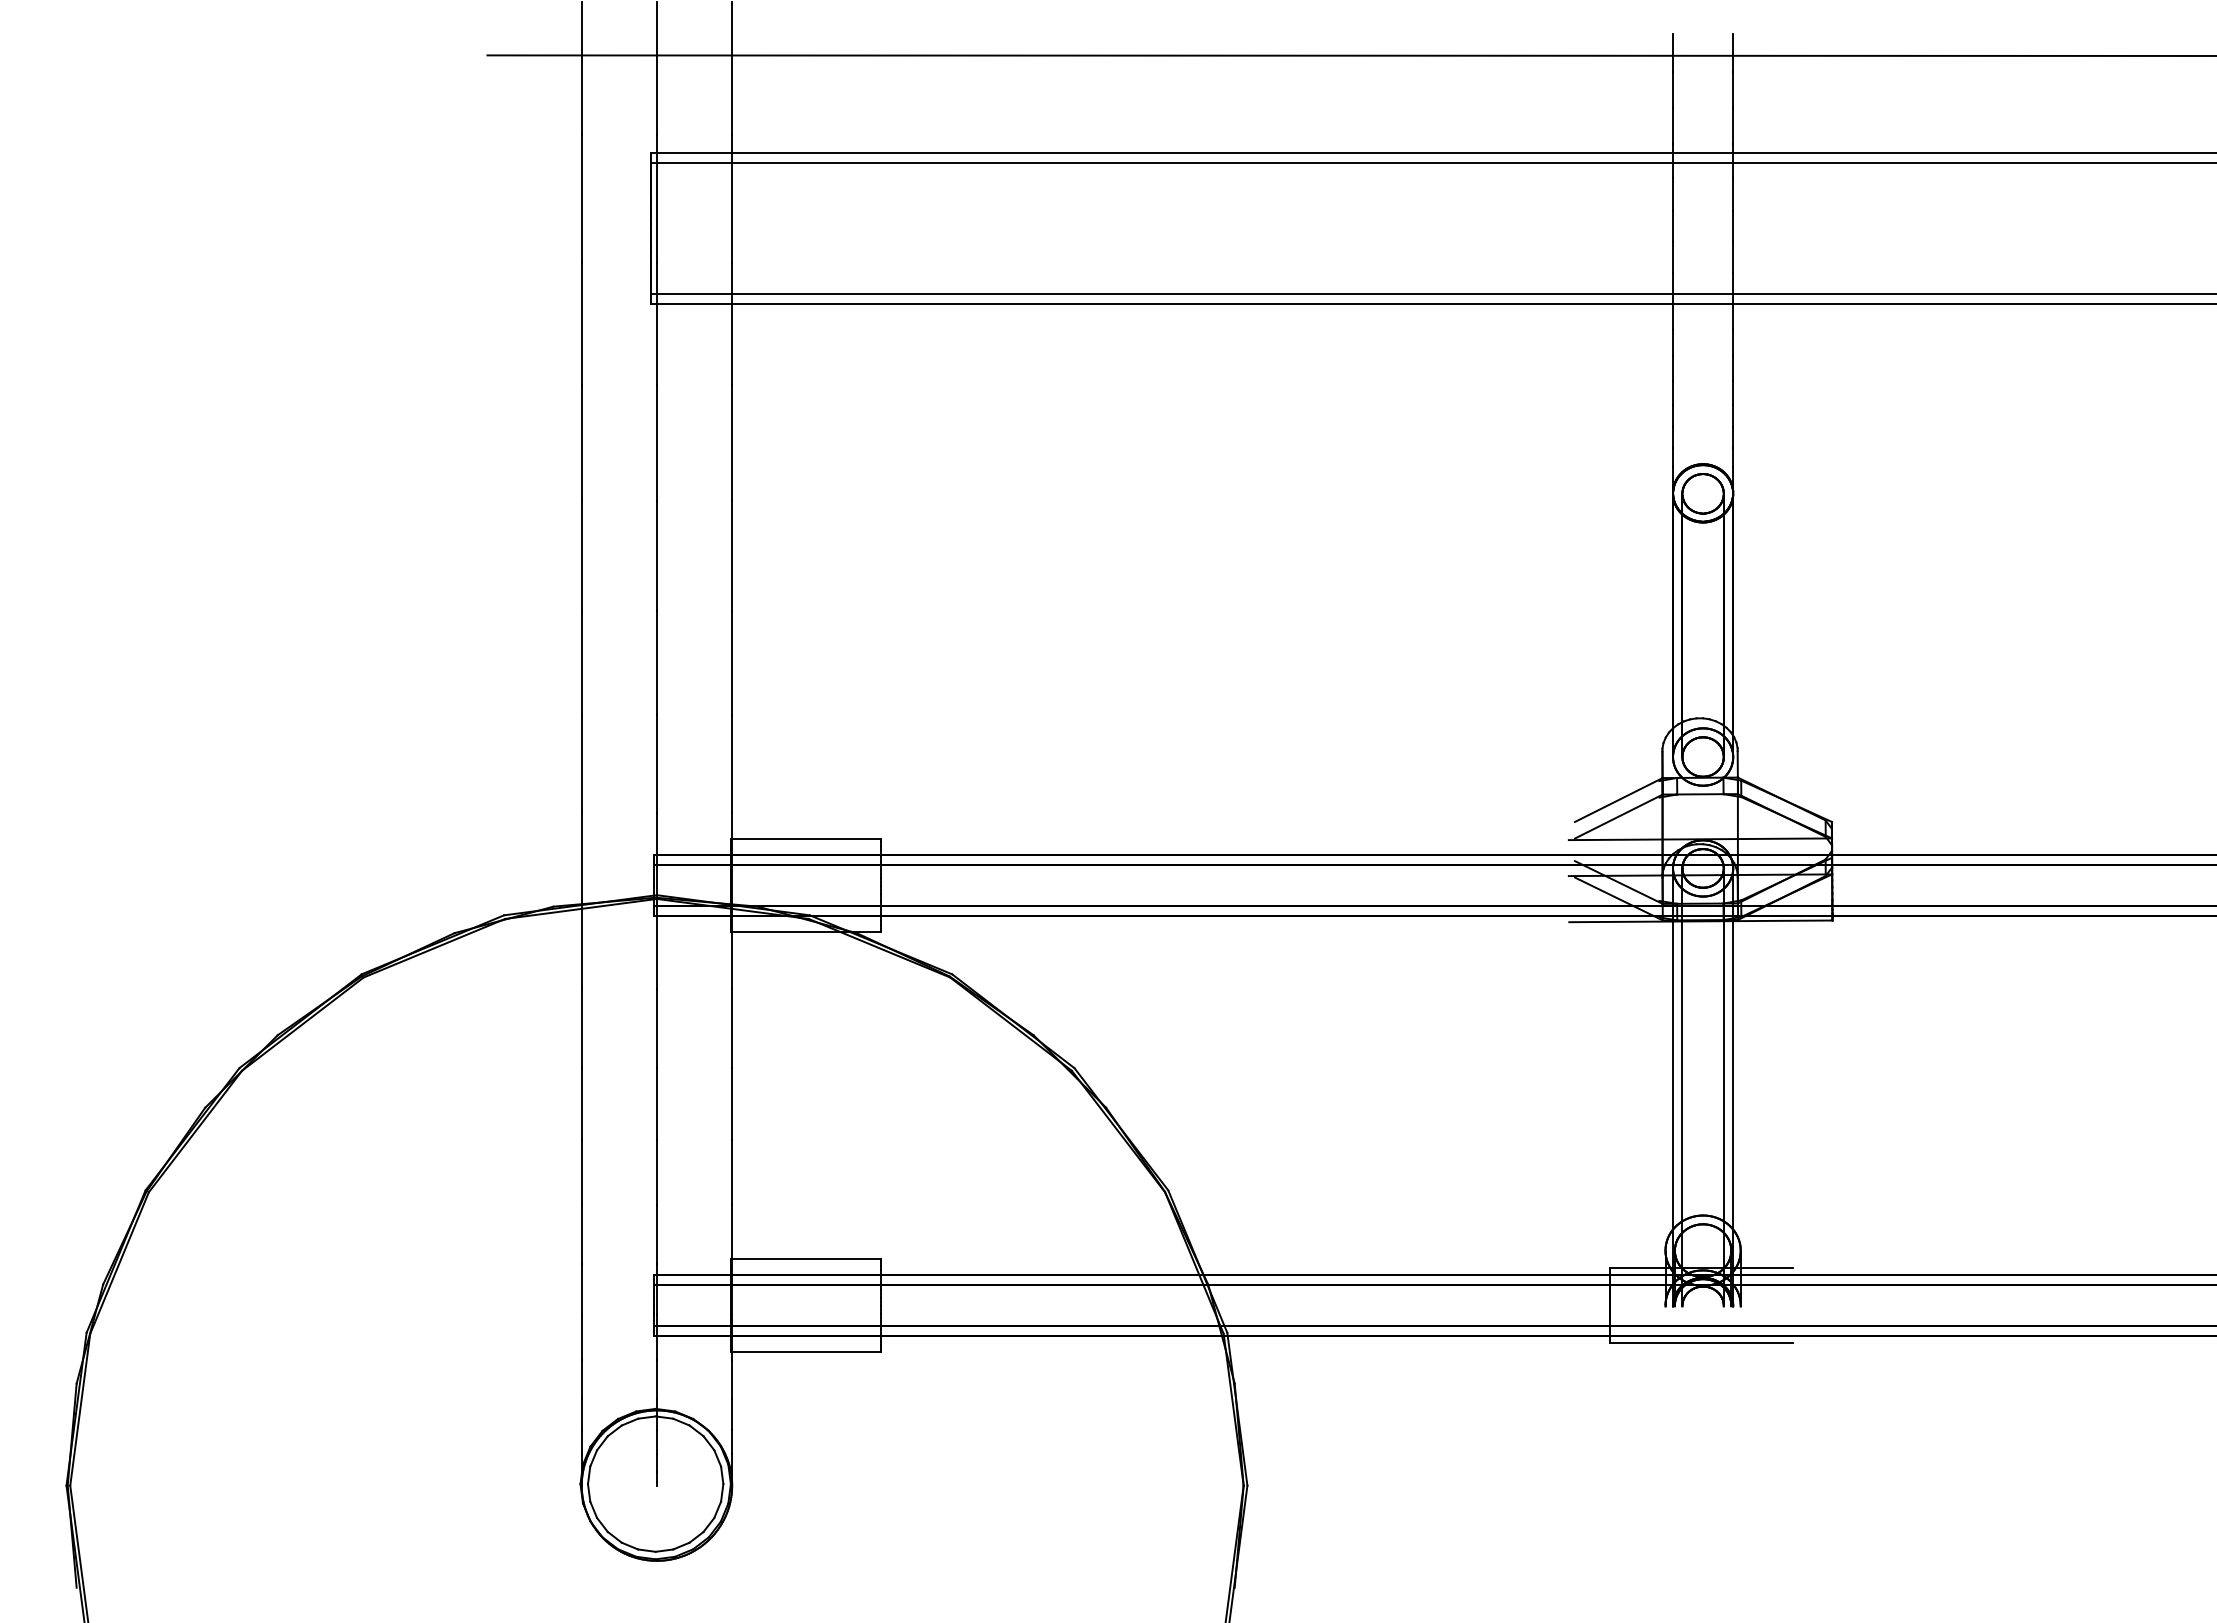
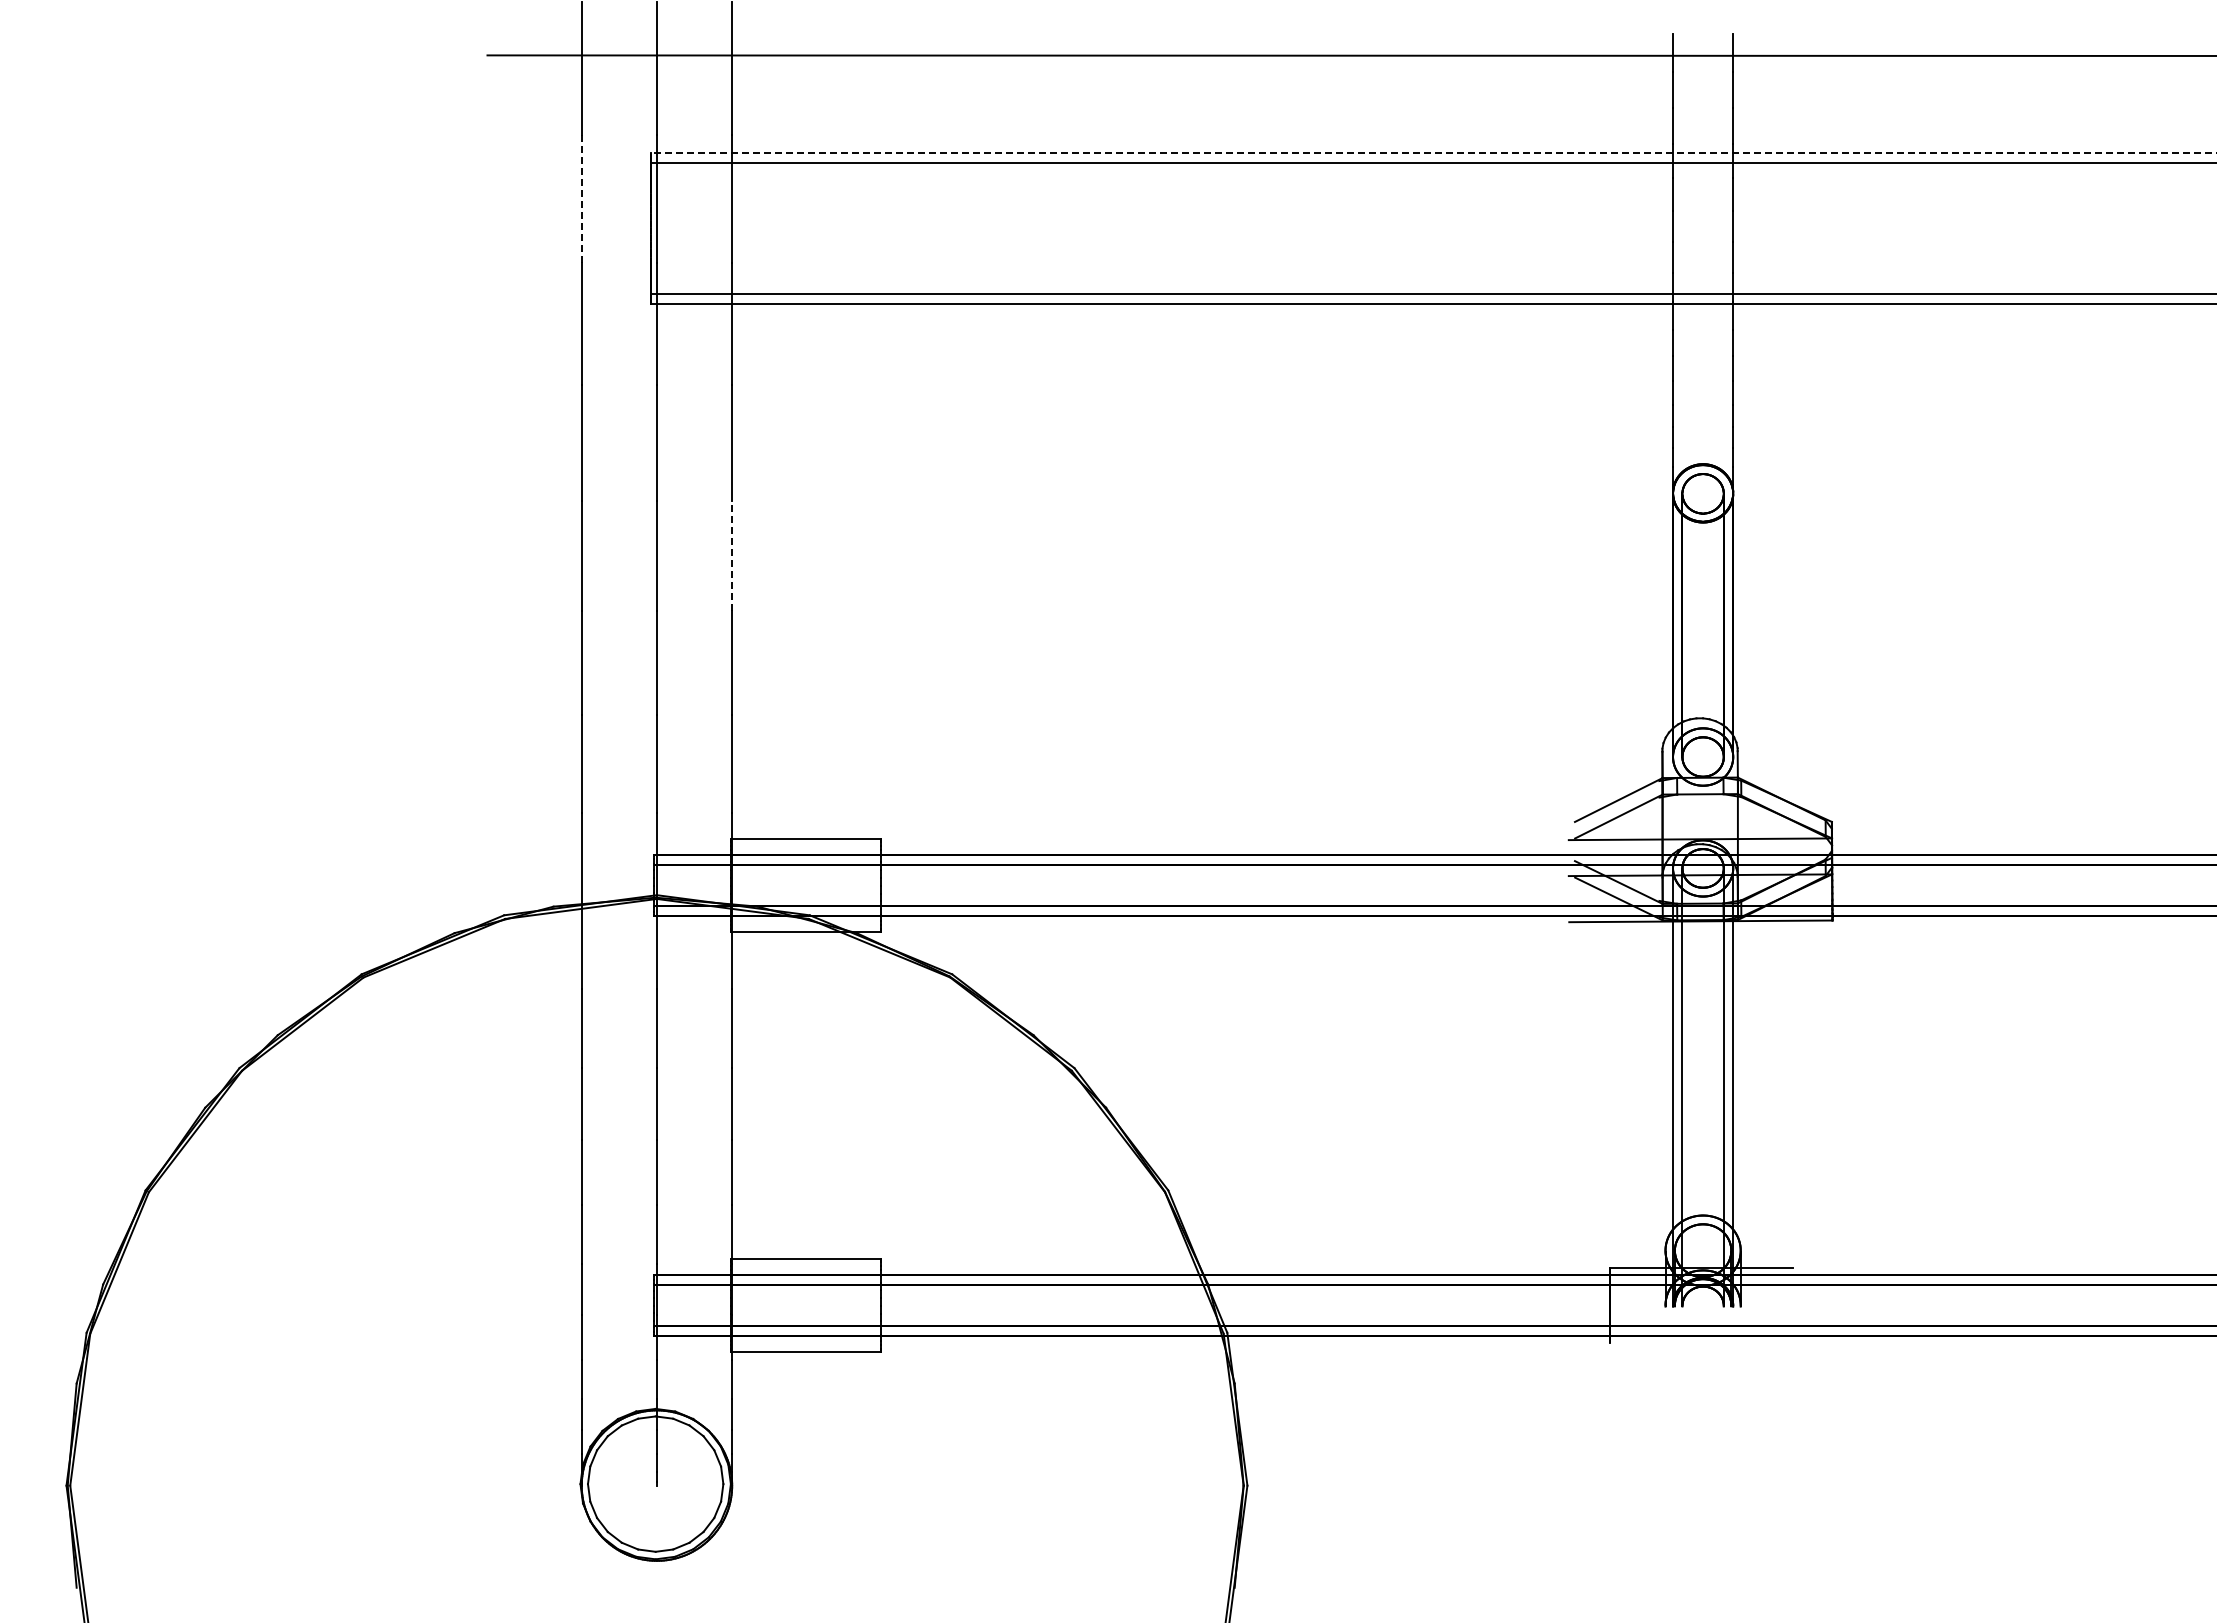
line at (1433, 153): solid -> dashed
line at (581, 199): solid -> dashed
line at (732, 555): solid -> dashed
line at (1701, 1343): present -> none
